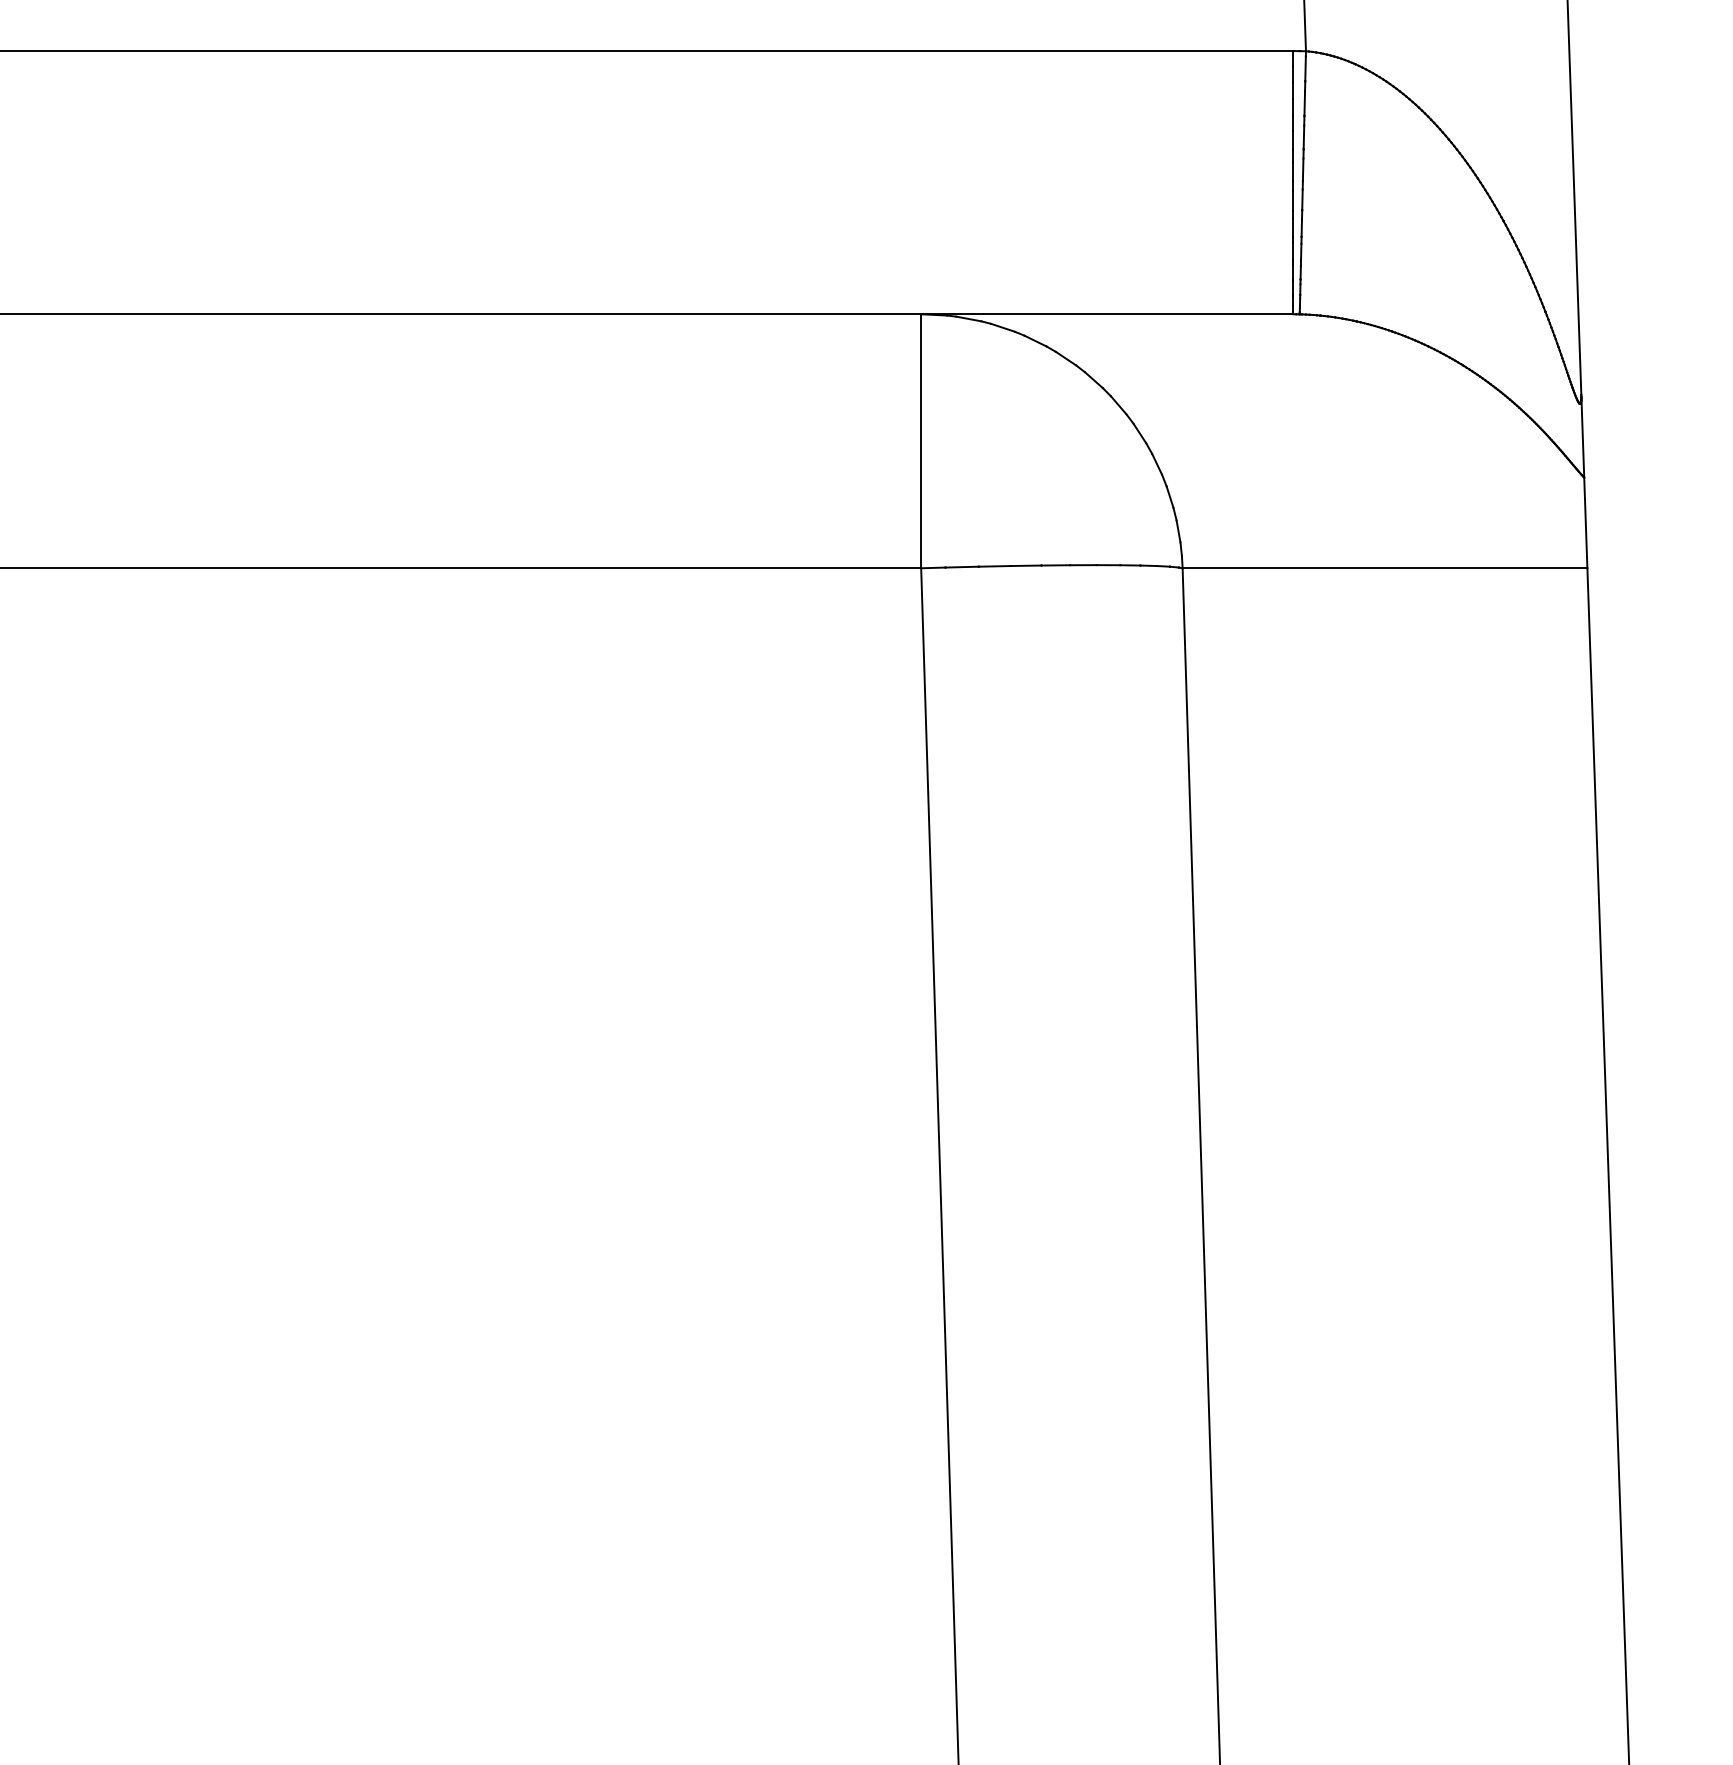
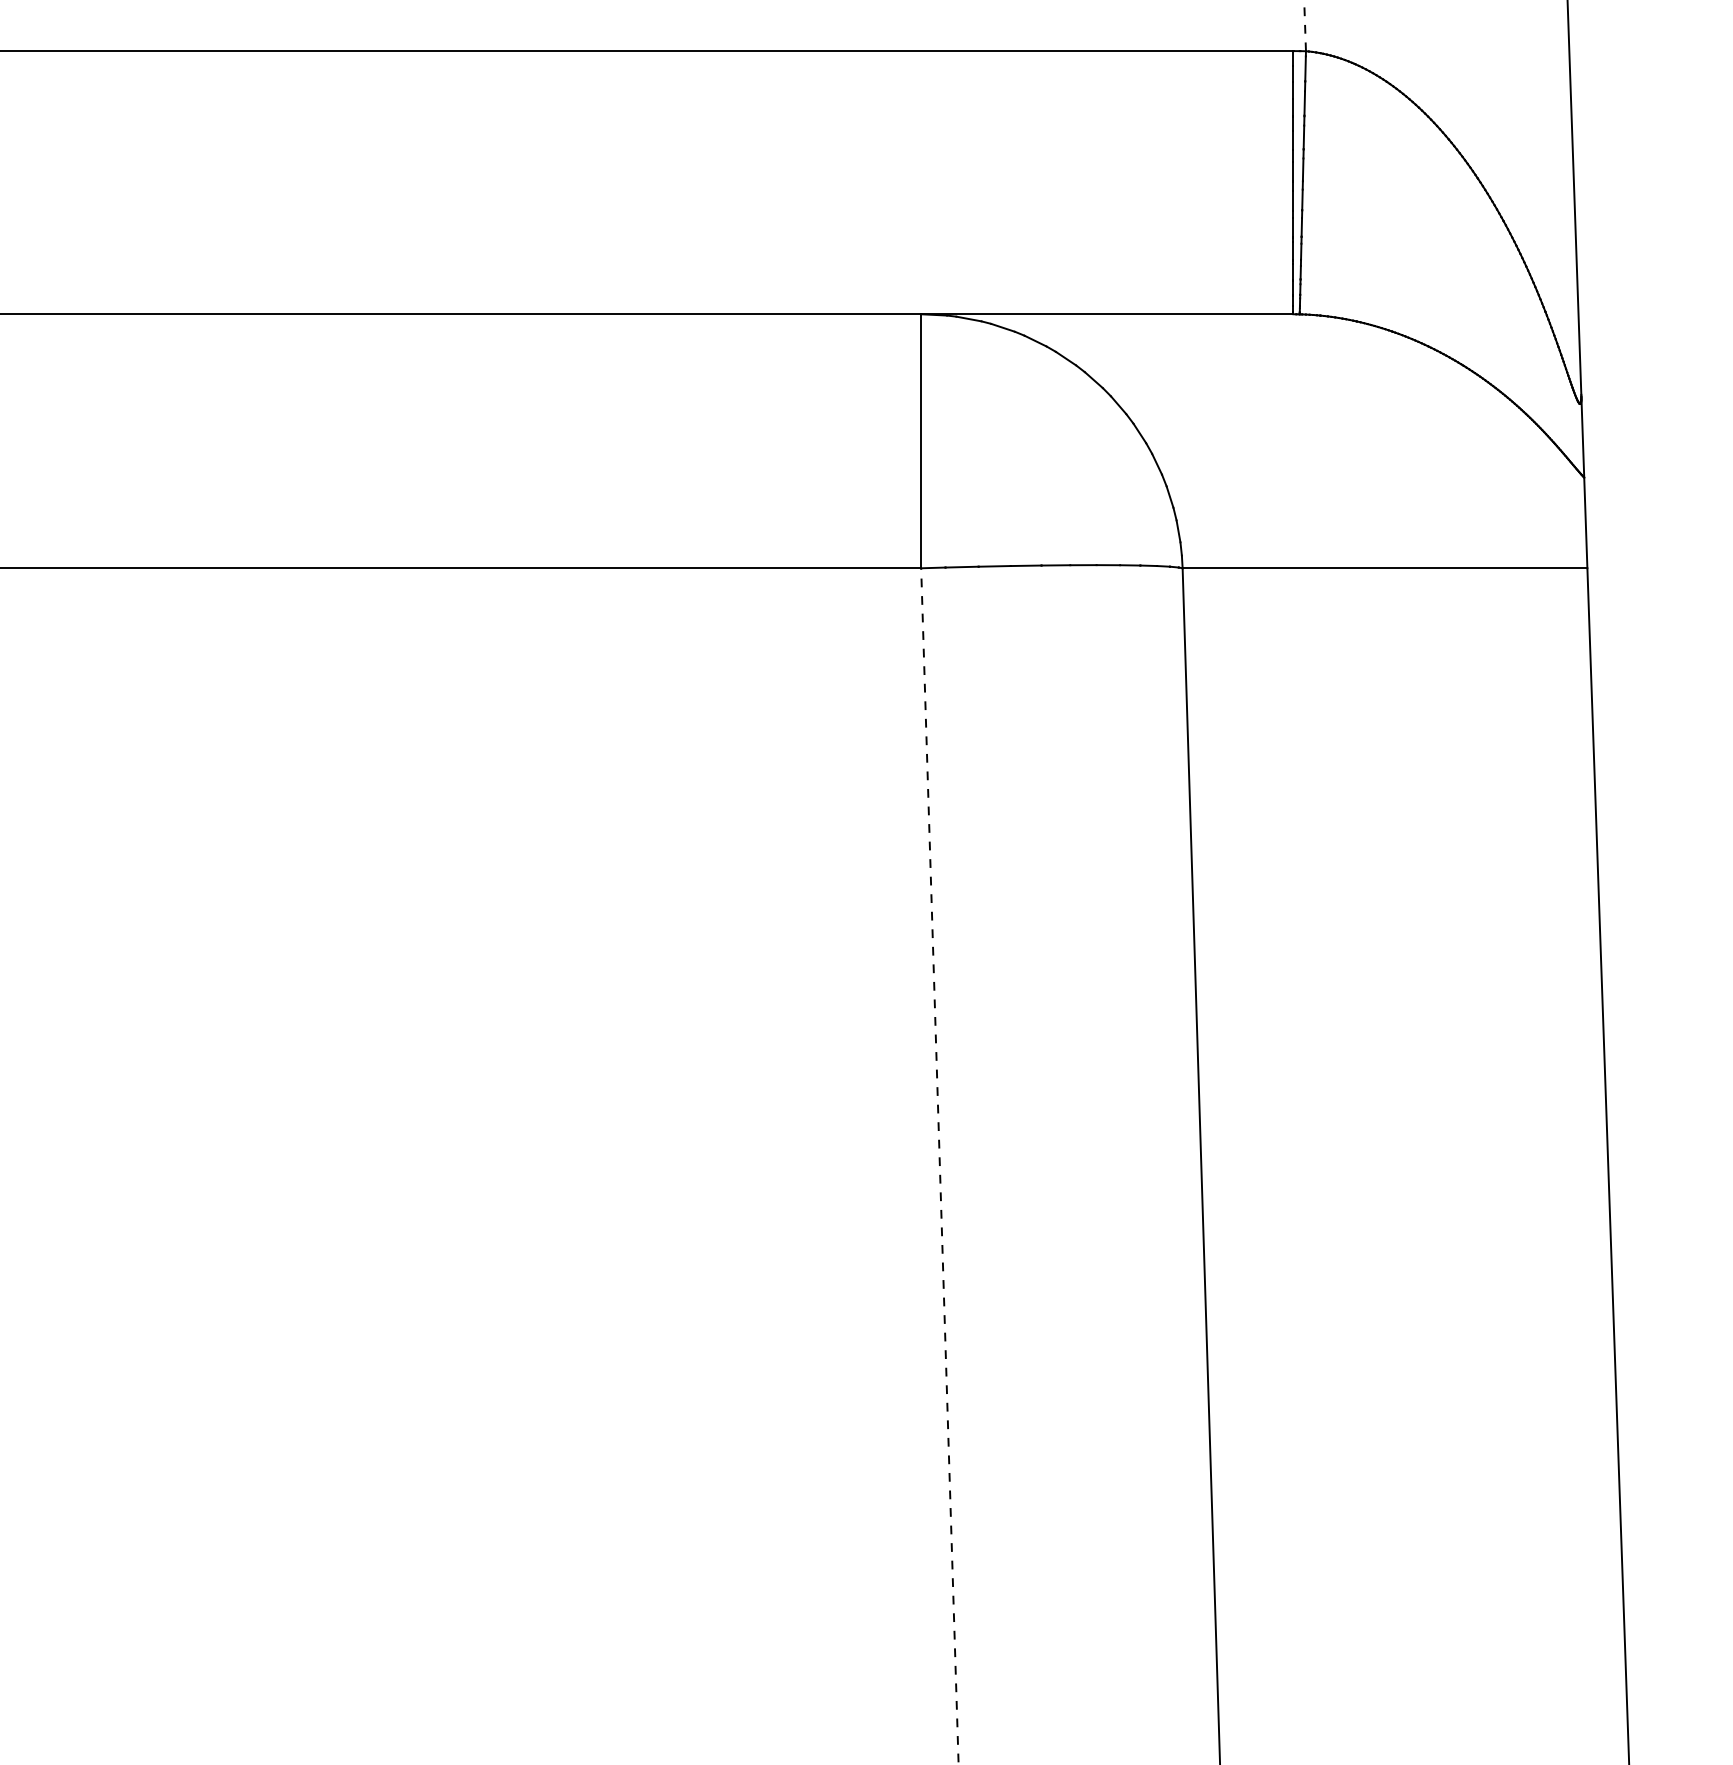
line at (1305, 25): solid -> dashed
line at (939, 1165): solid -> dashed
